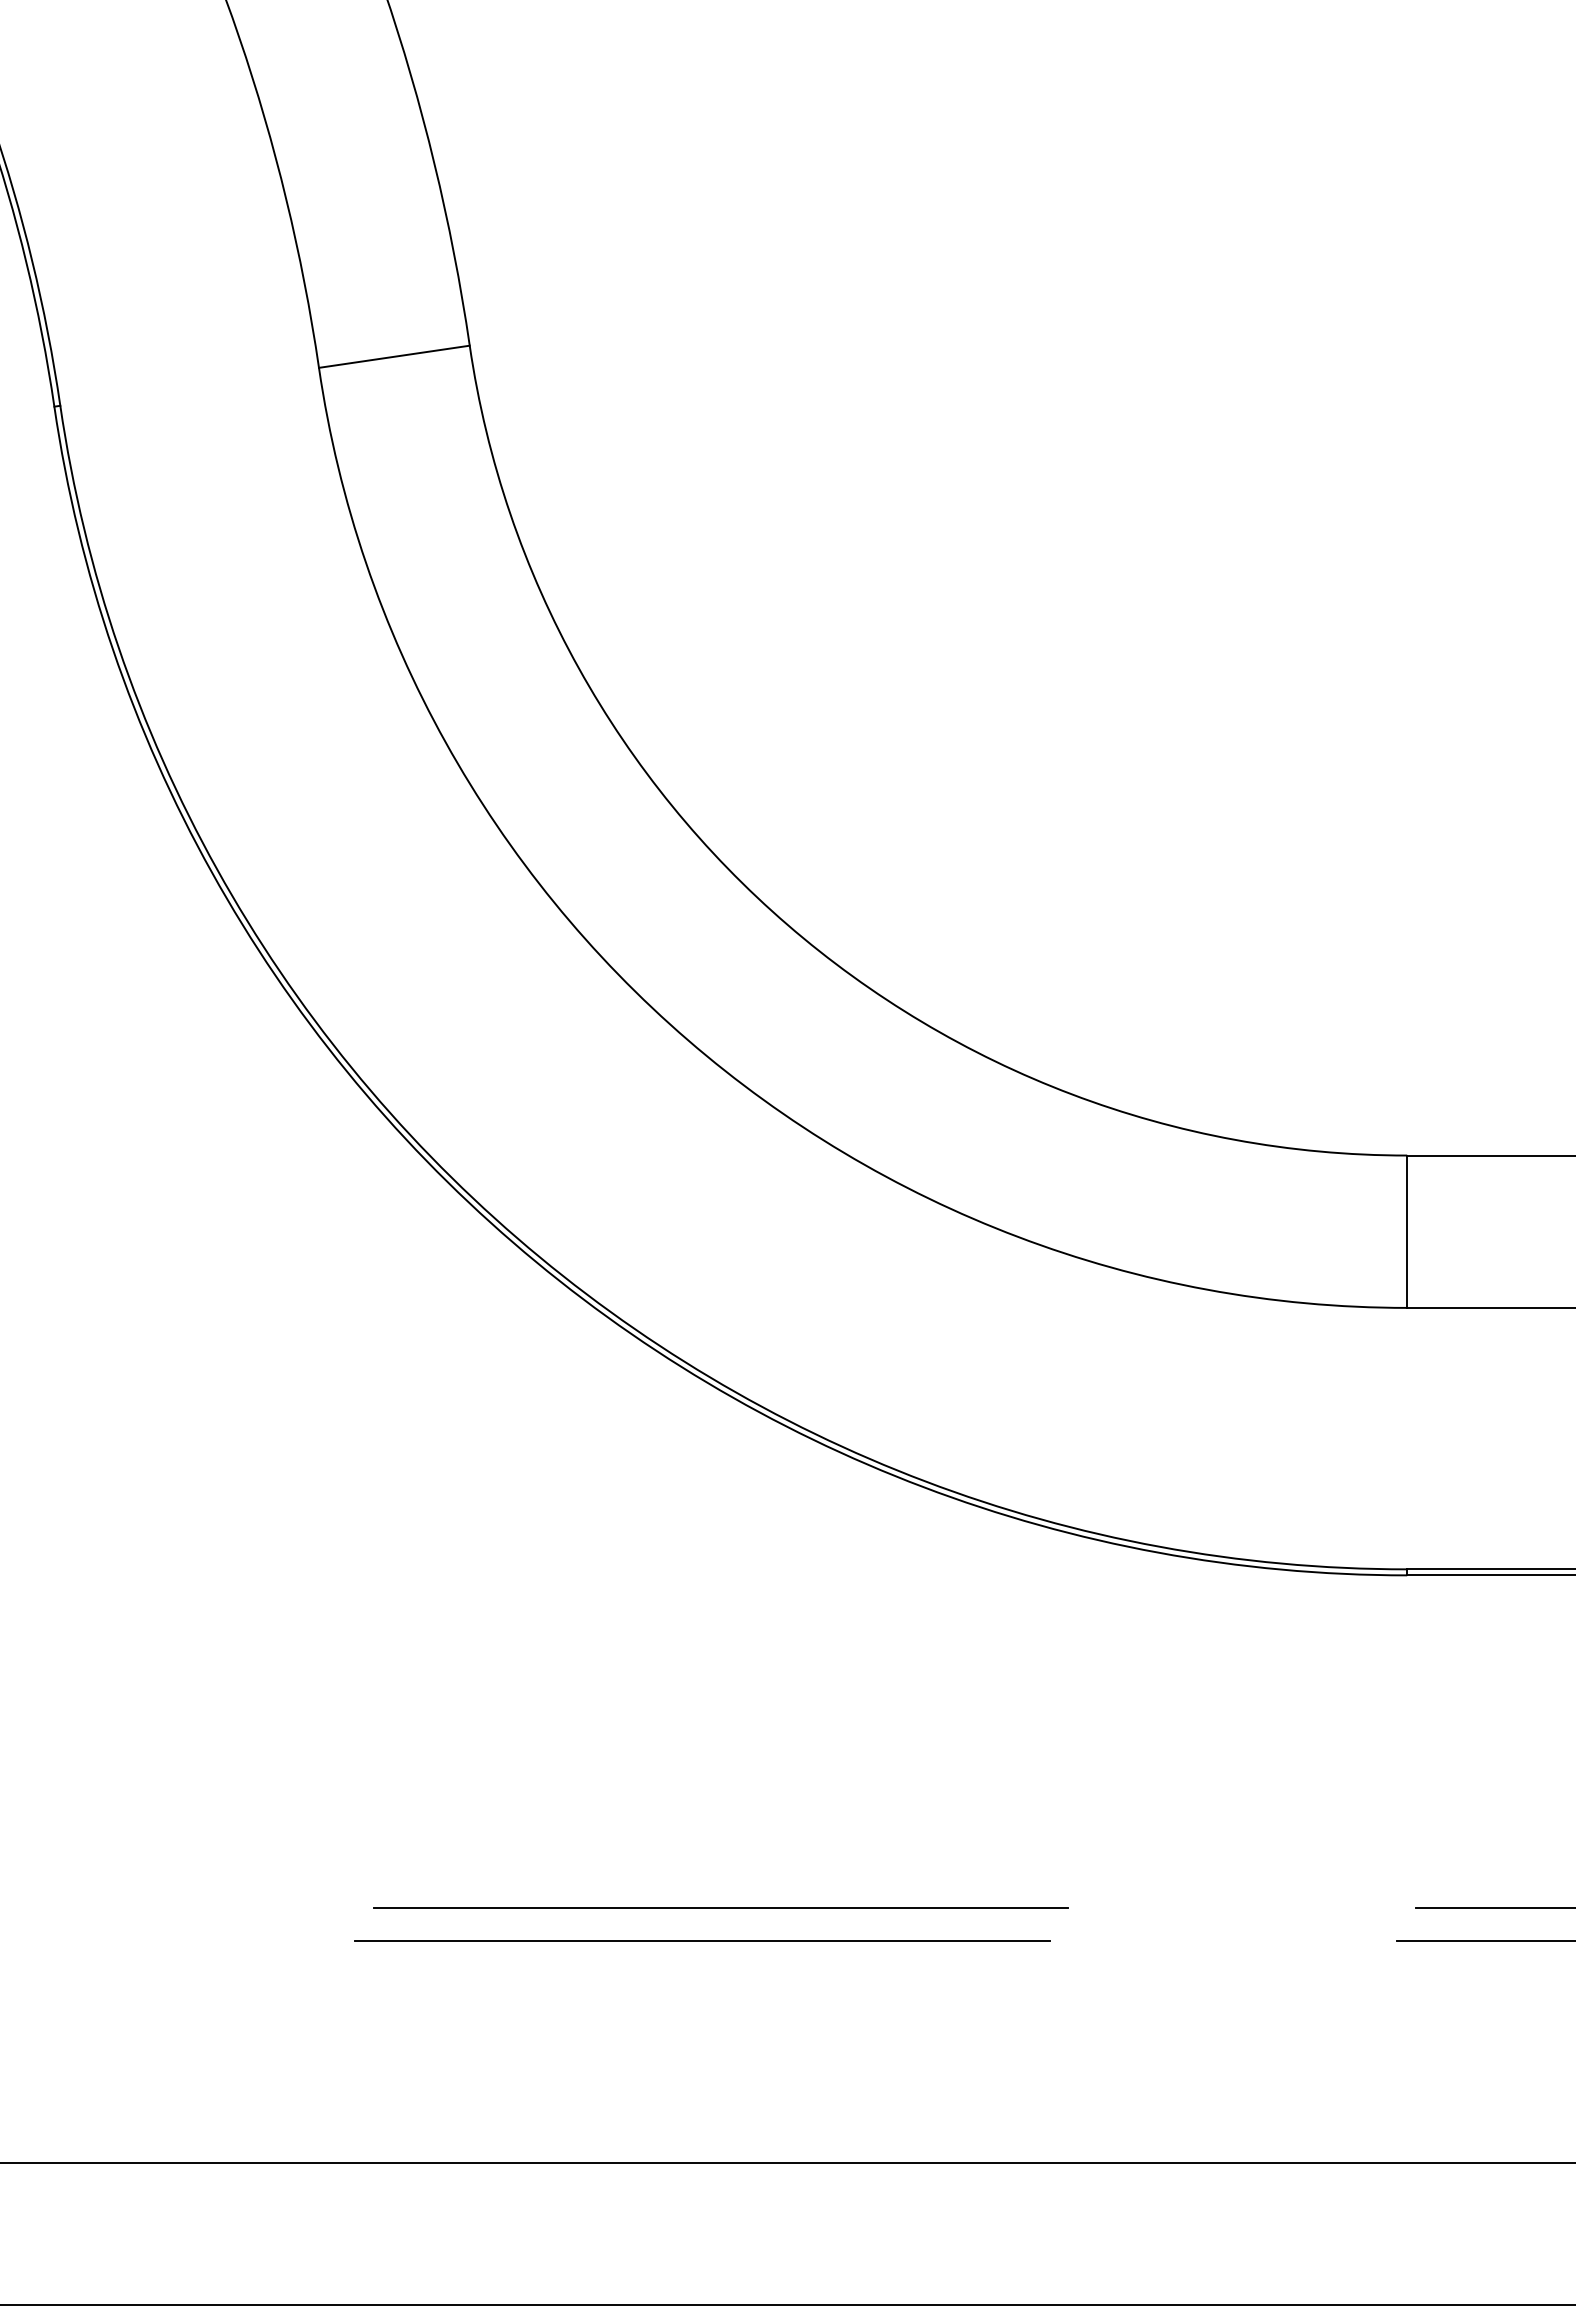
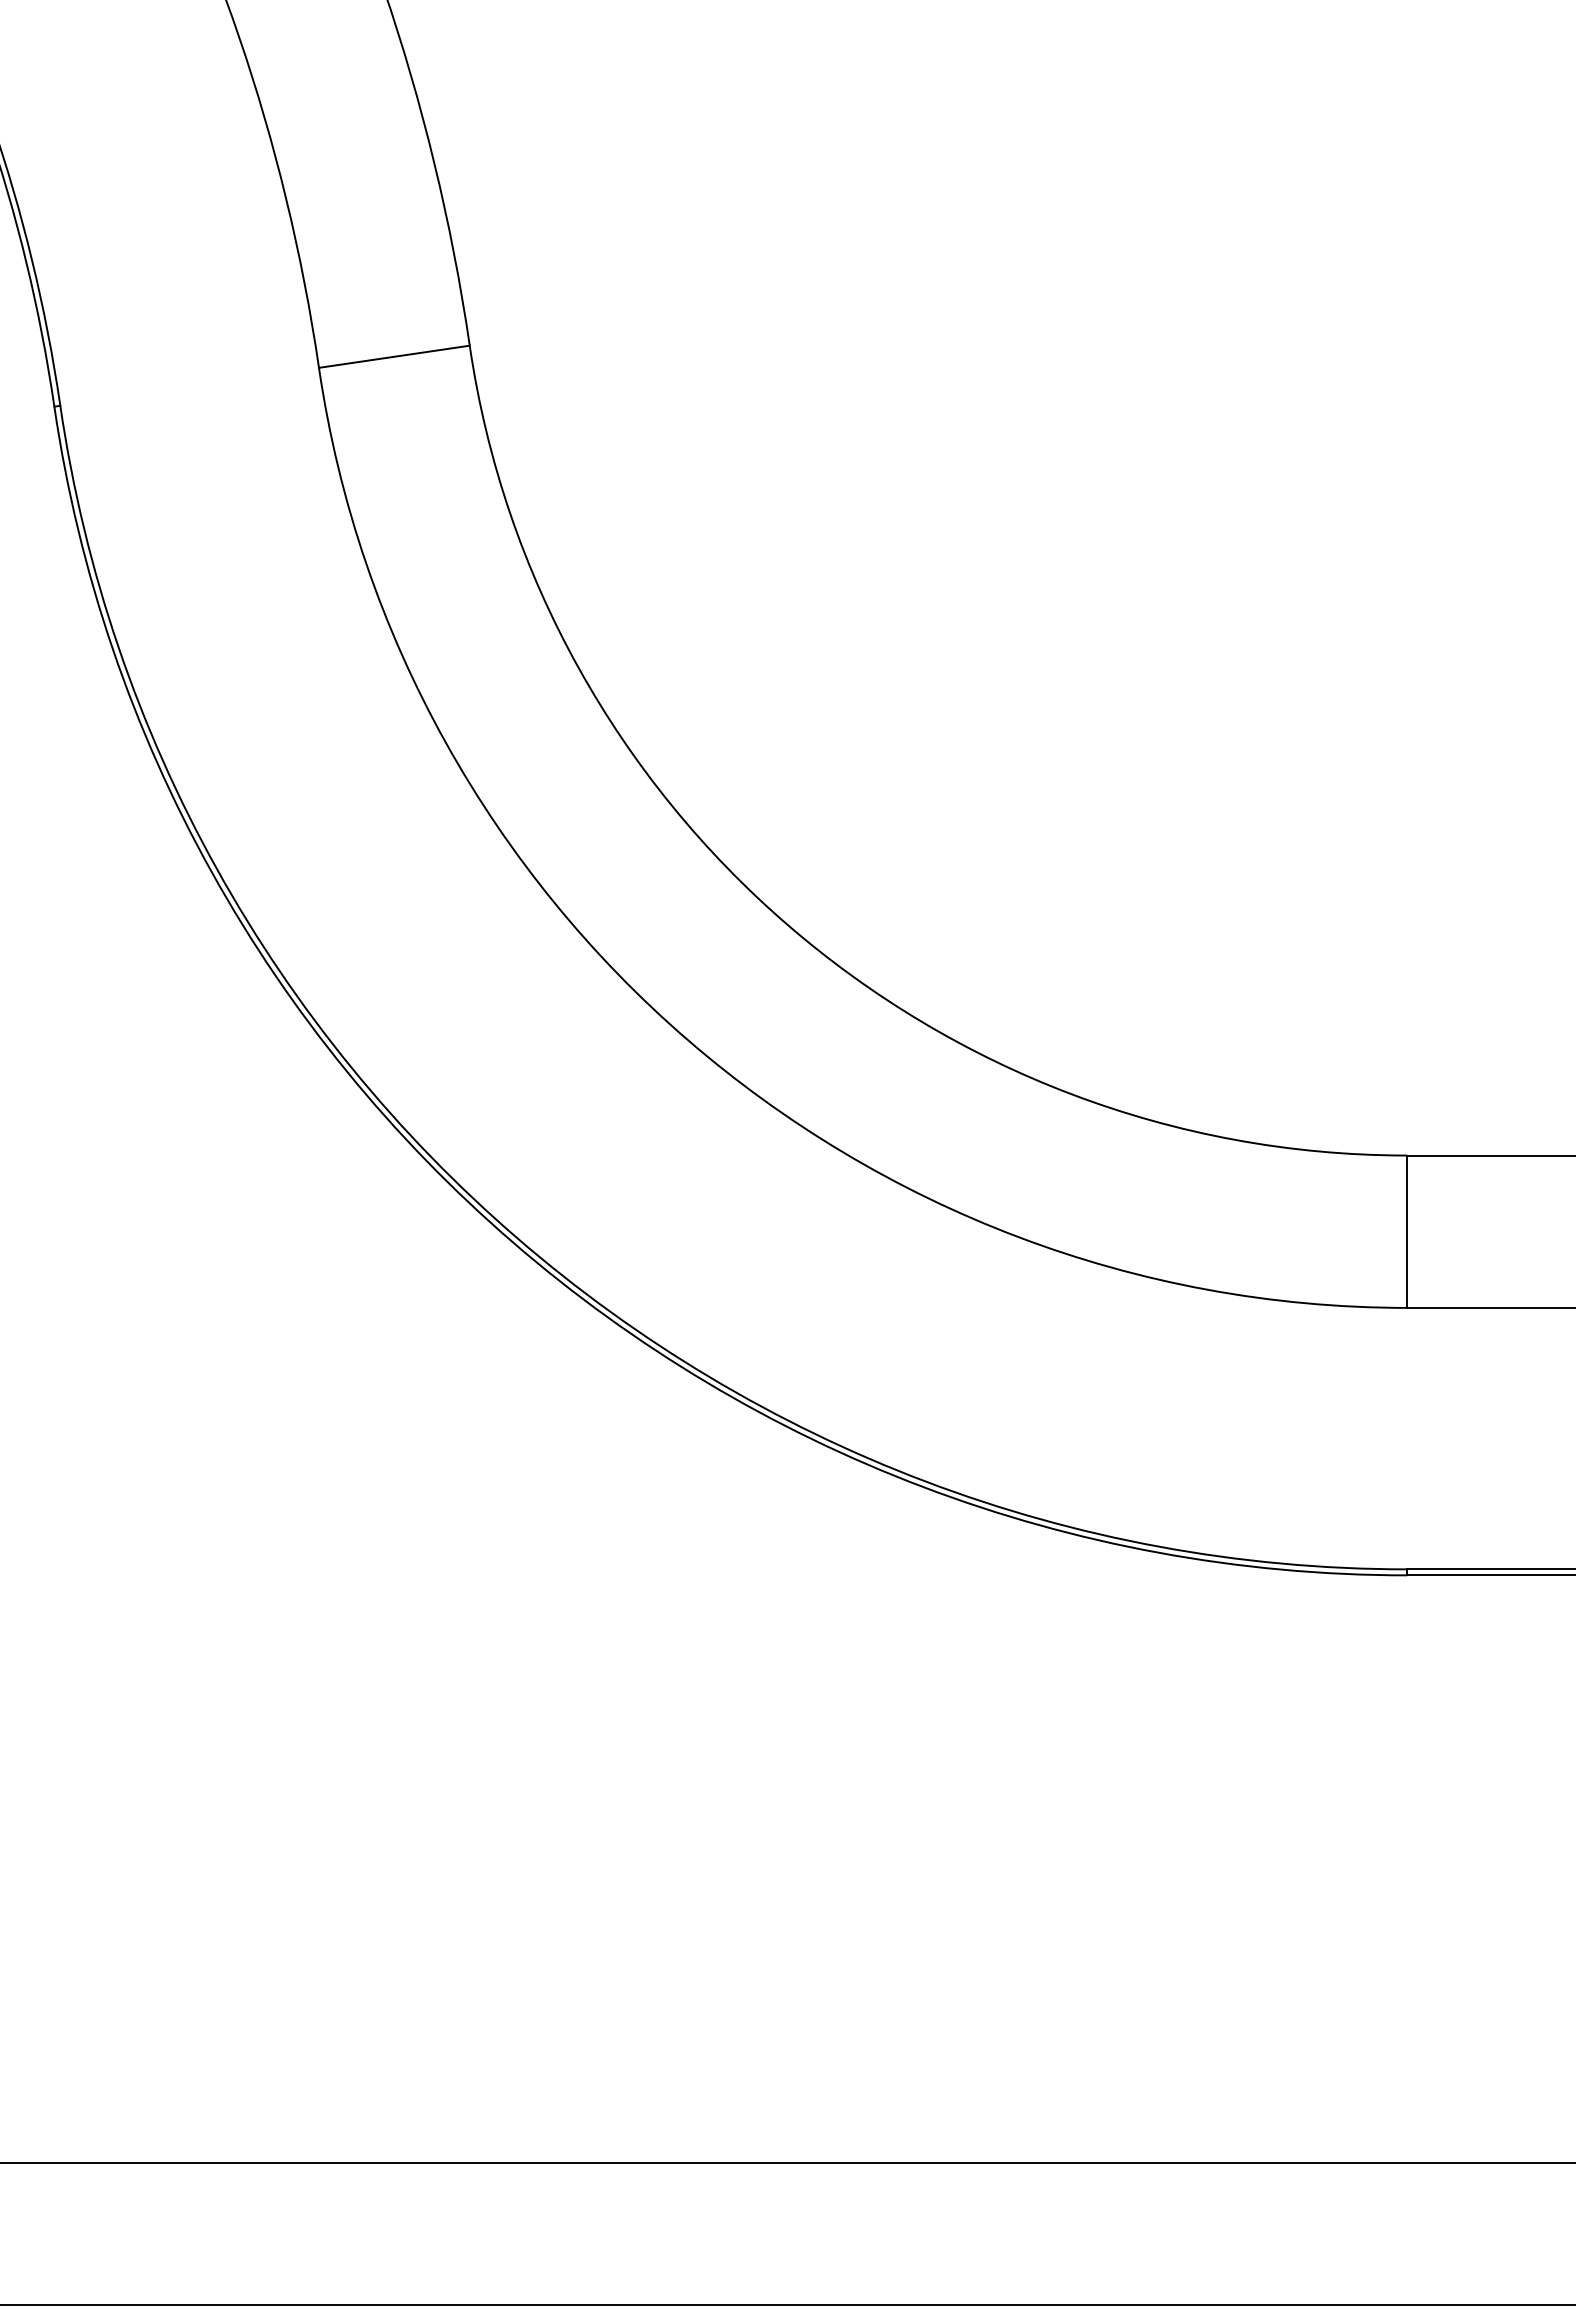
line at (720, 1907): present -> none
line at (1493, 1907): present -> none
line at (702, 1940): present -> none
line at (1484, 1941): present -> none
